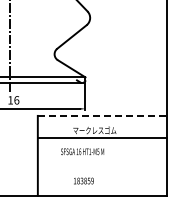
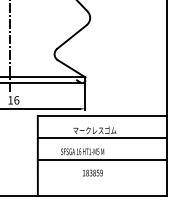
line at (102, 115): dashed -> solid
line at (102, 159): none -> present
text at (83, 180) position: (83, 180) -> (92, 172)
